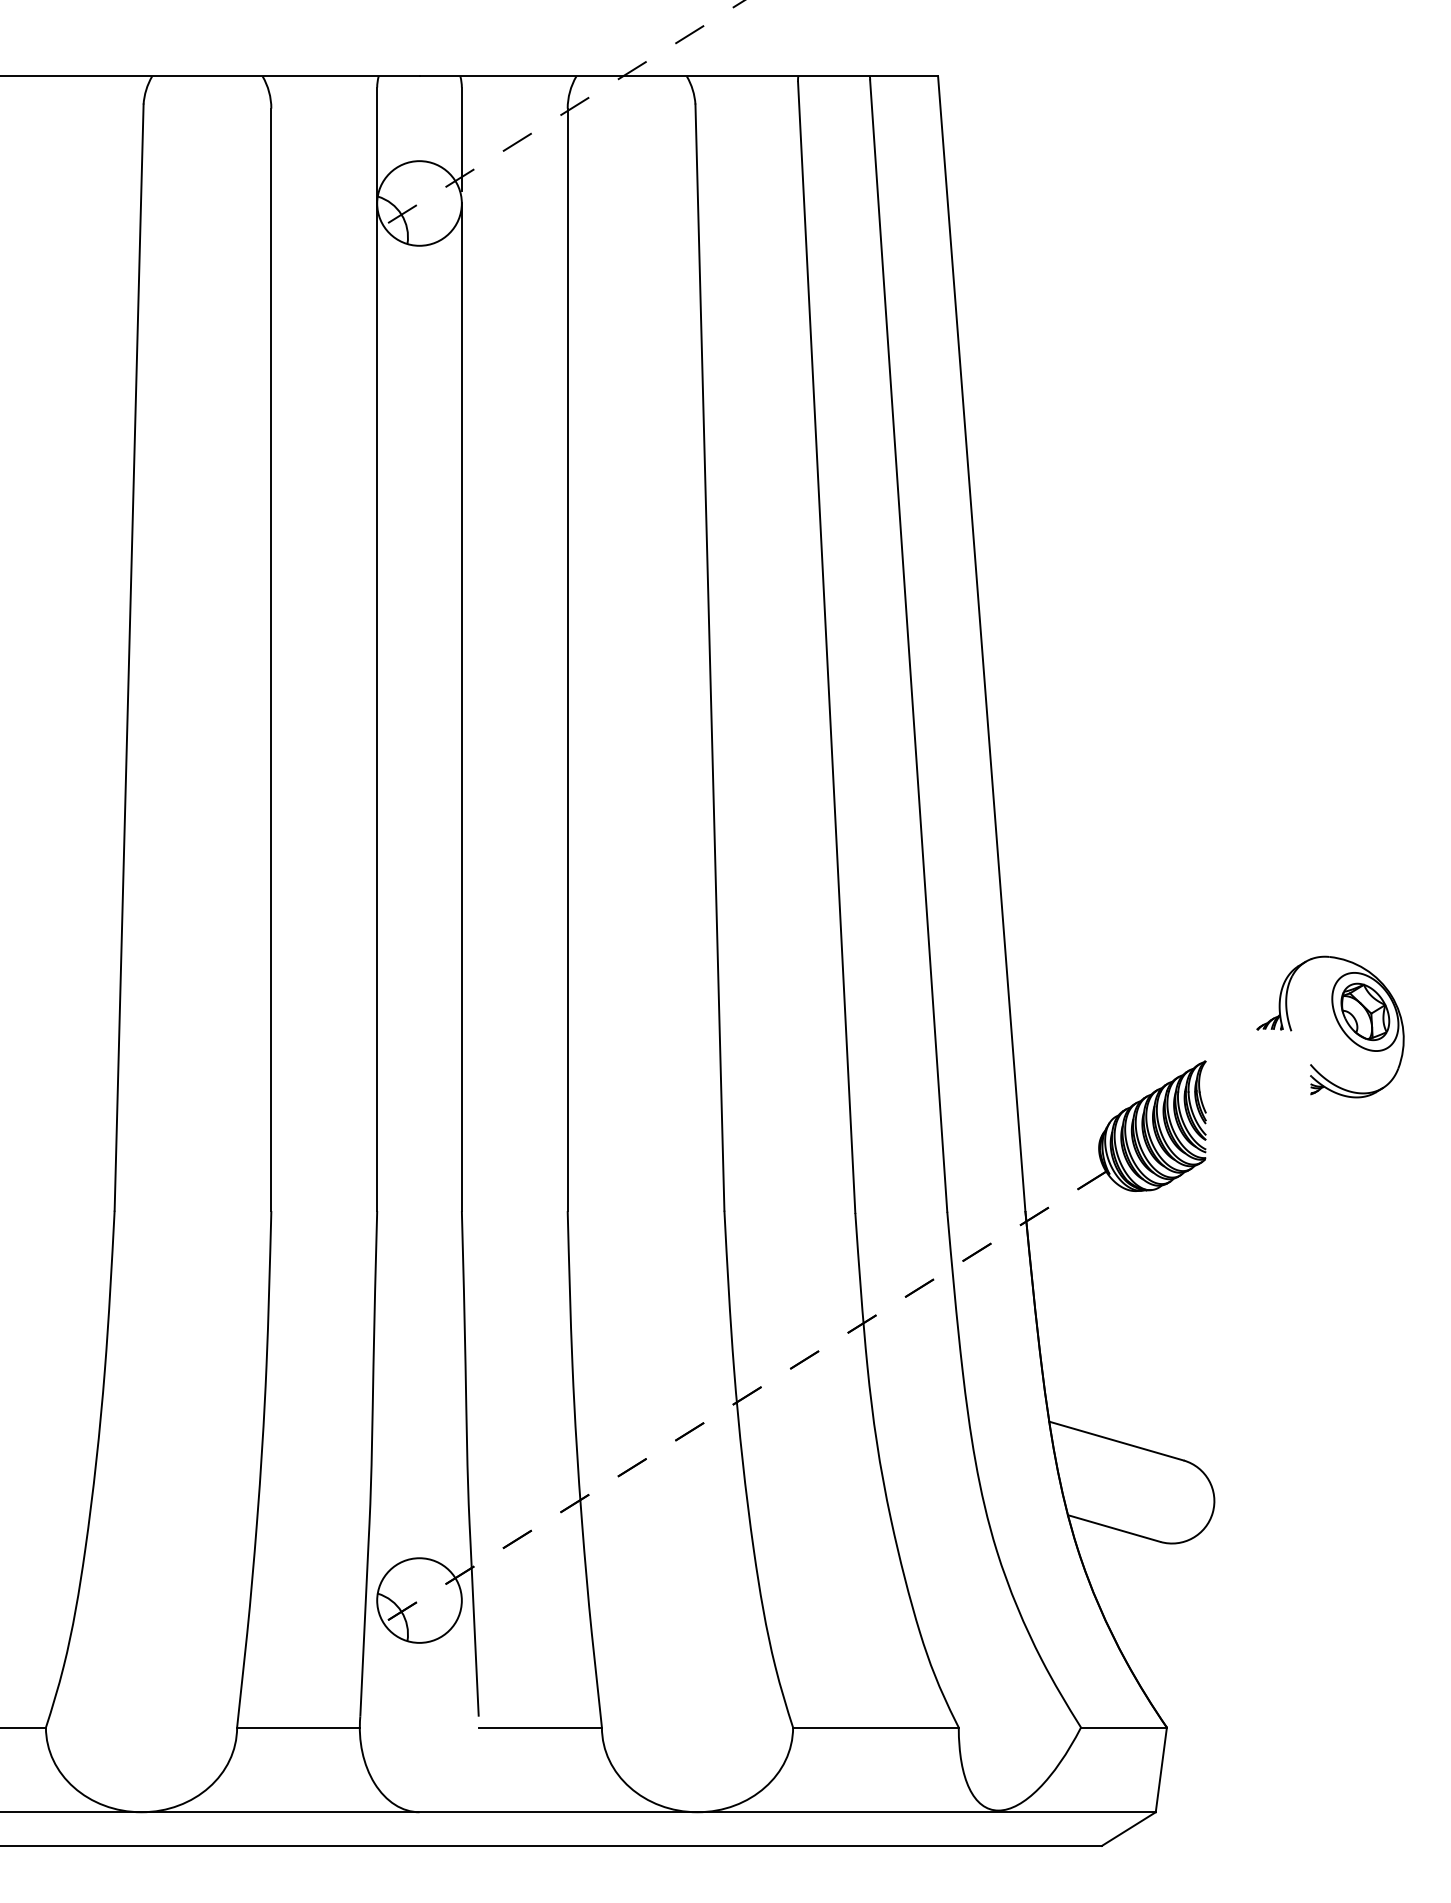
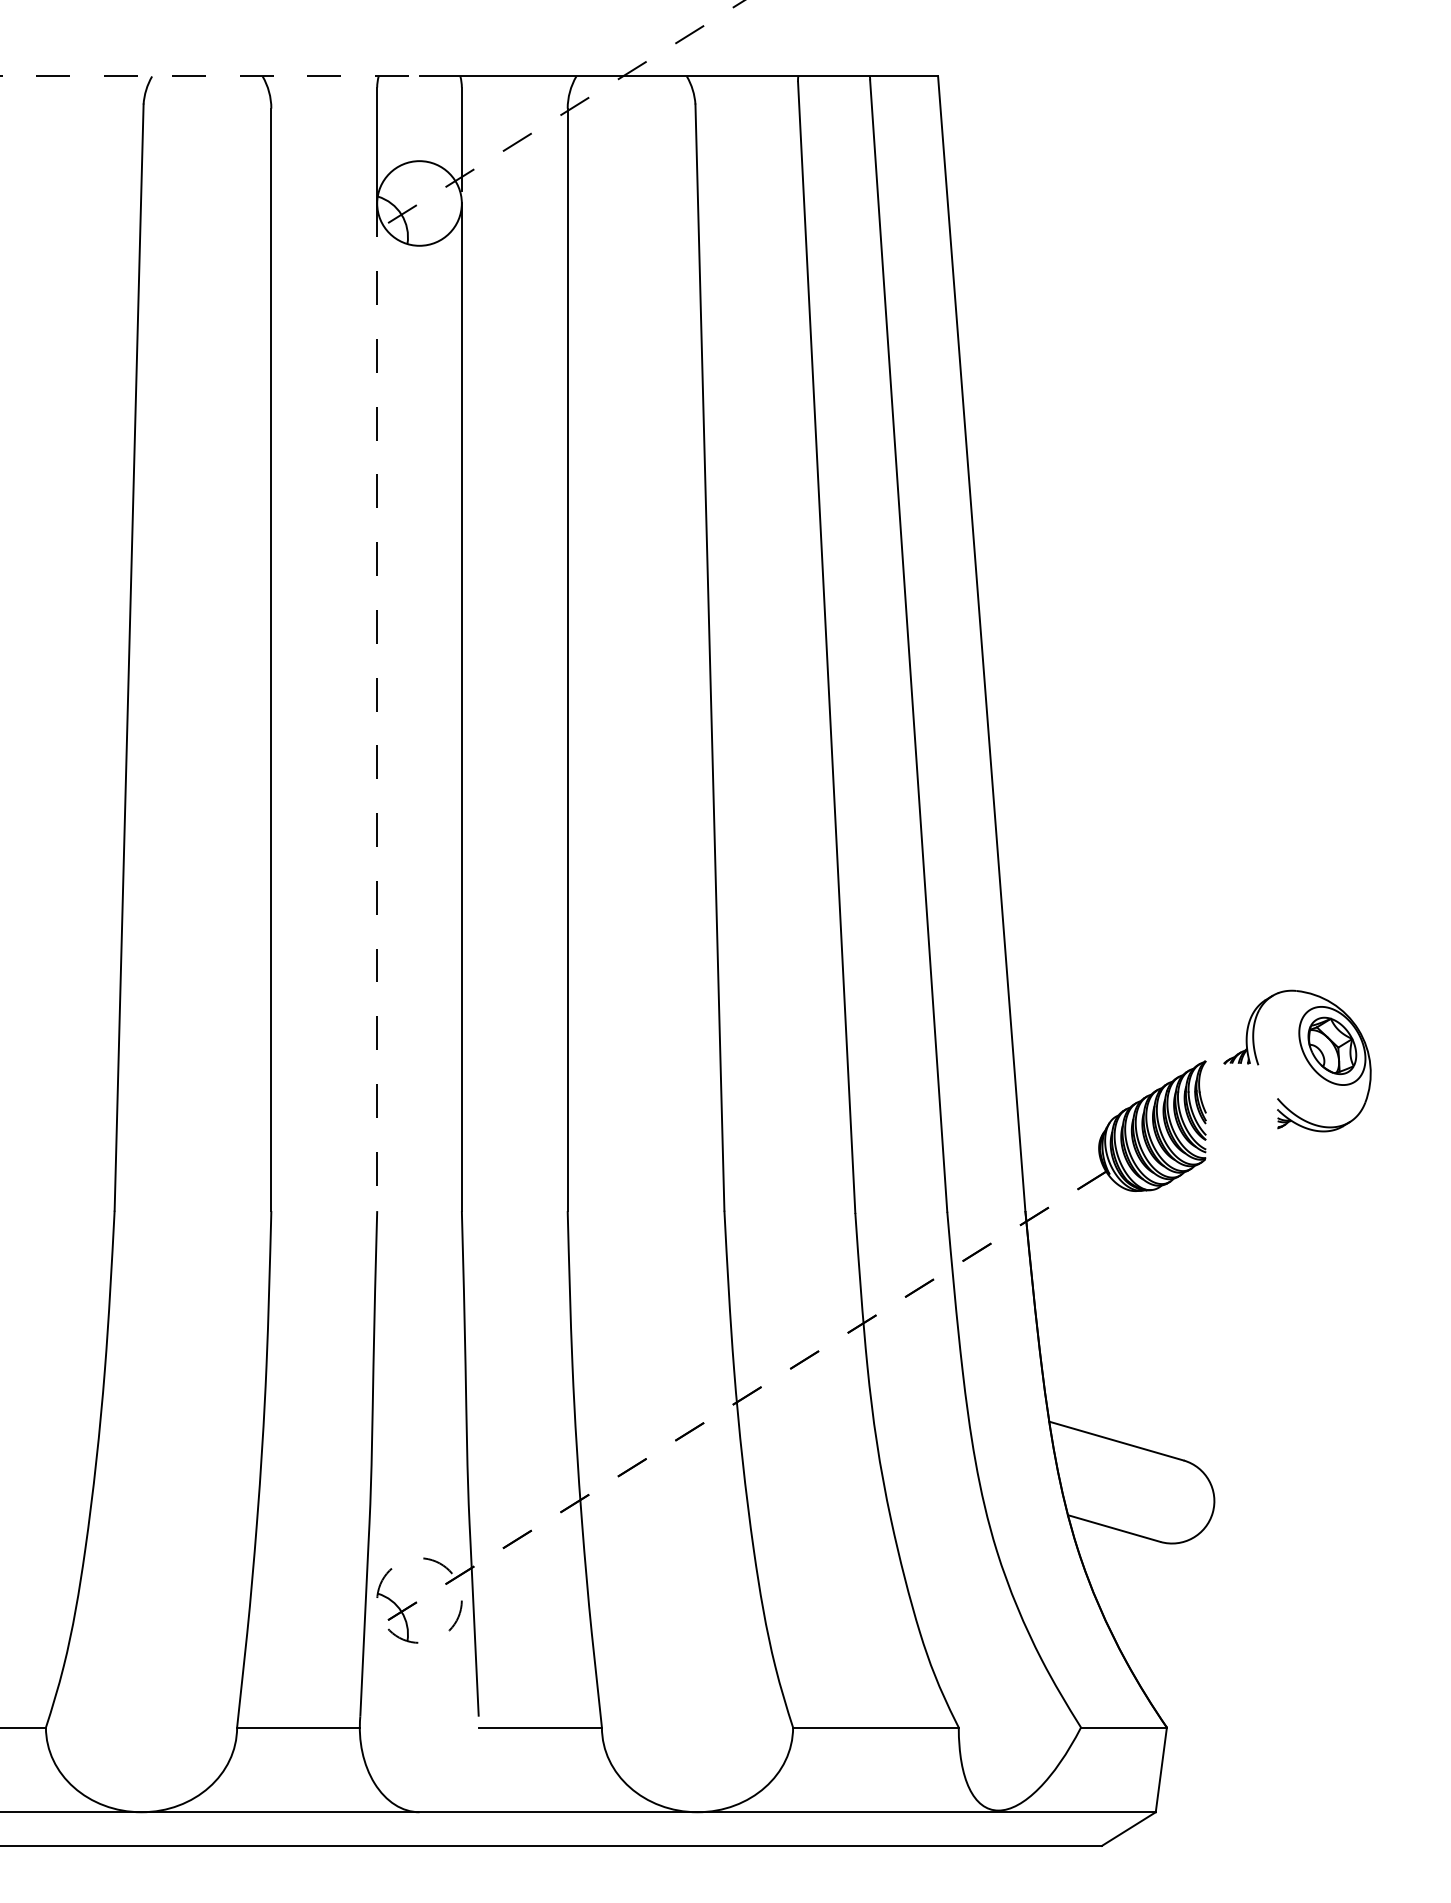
line at (210, 76): solid -> dashed
line at (377, 707): solid -> dashed
part at (1337, 1023) position: (1337, 1023) -> (1304, 1057)
circle at (419, 1600): solid -> dashed
